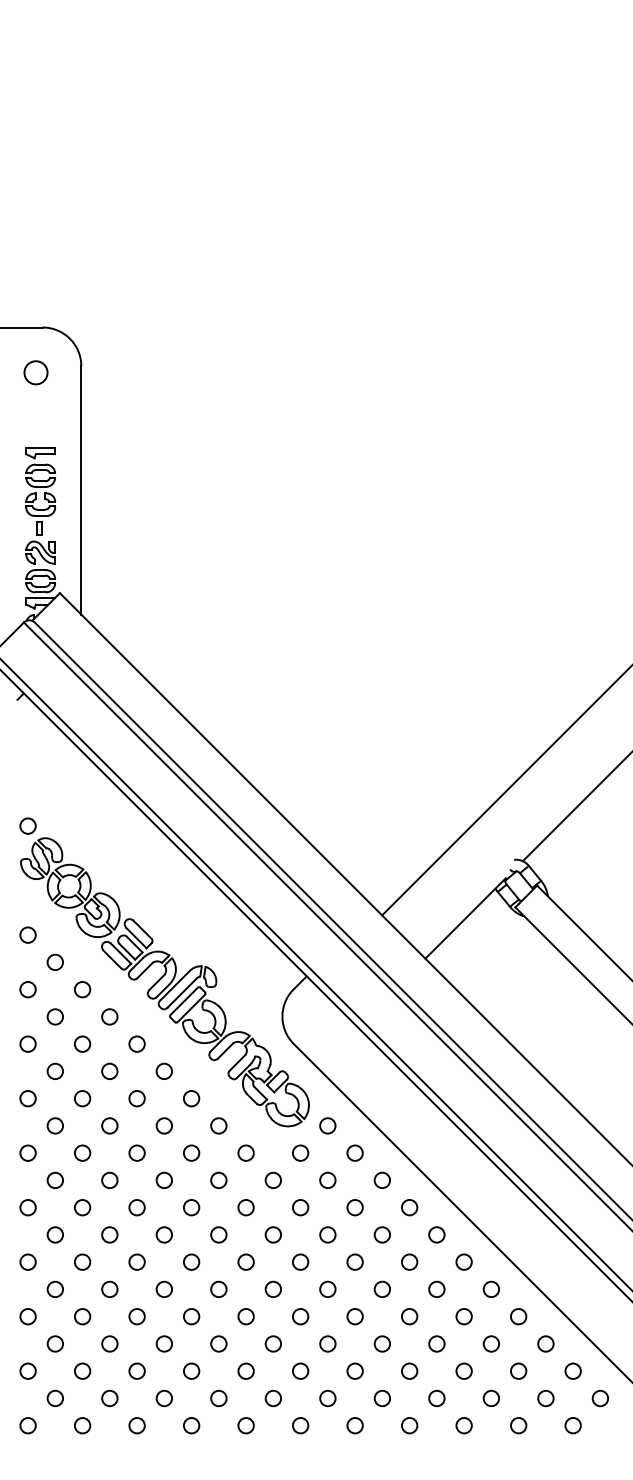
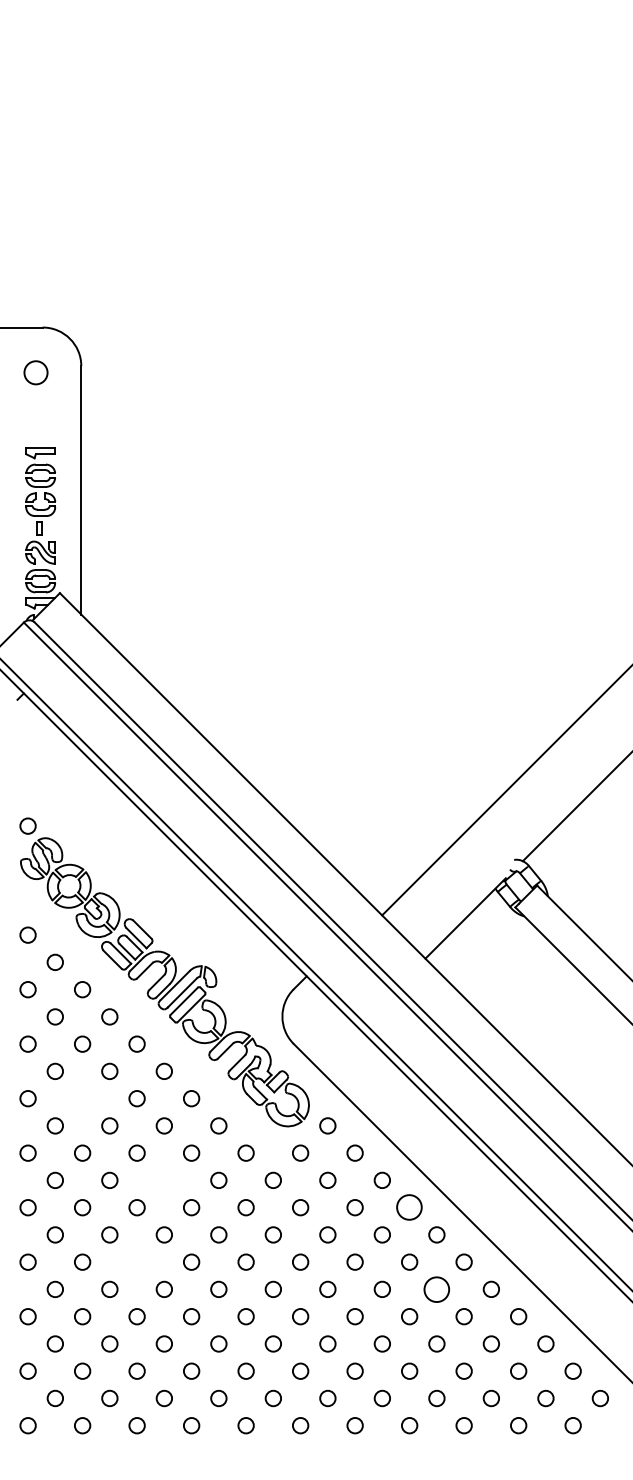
circle at (82, 1098): present -> none
circle at (163, 1179): present -> none
circle at (409, 1207) size: 18x18 px -> 27x27 px
circle at (136, 1261): present -> none
circle at (436, 1288) size: 18x18 px -> 28x27 px
